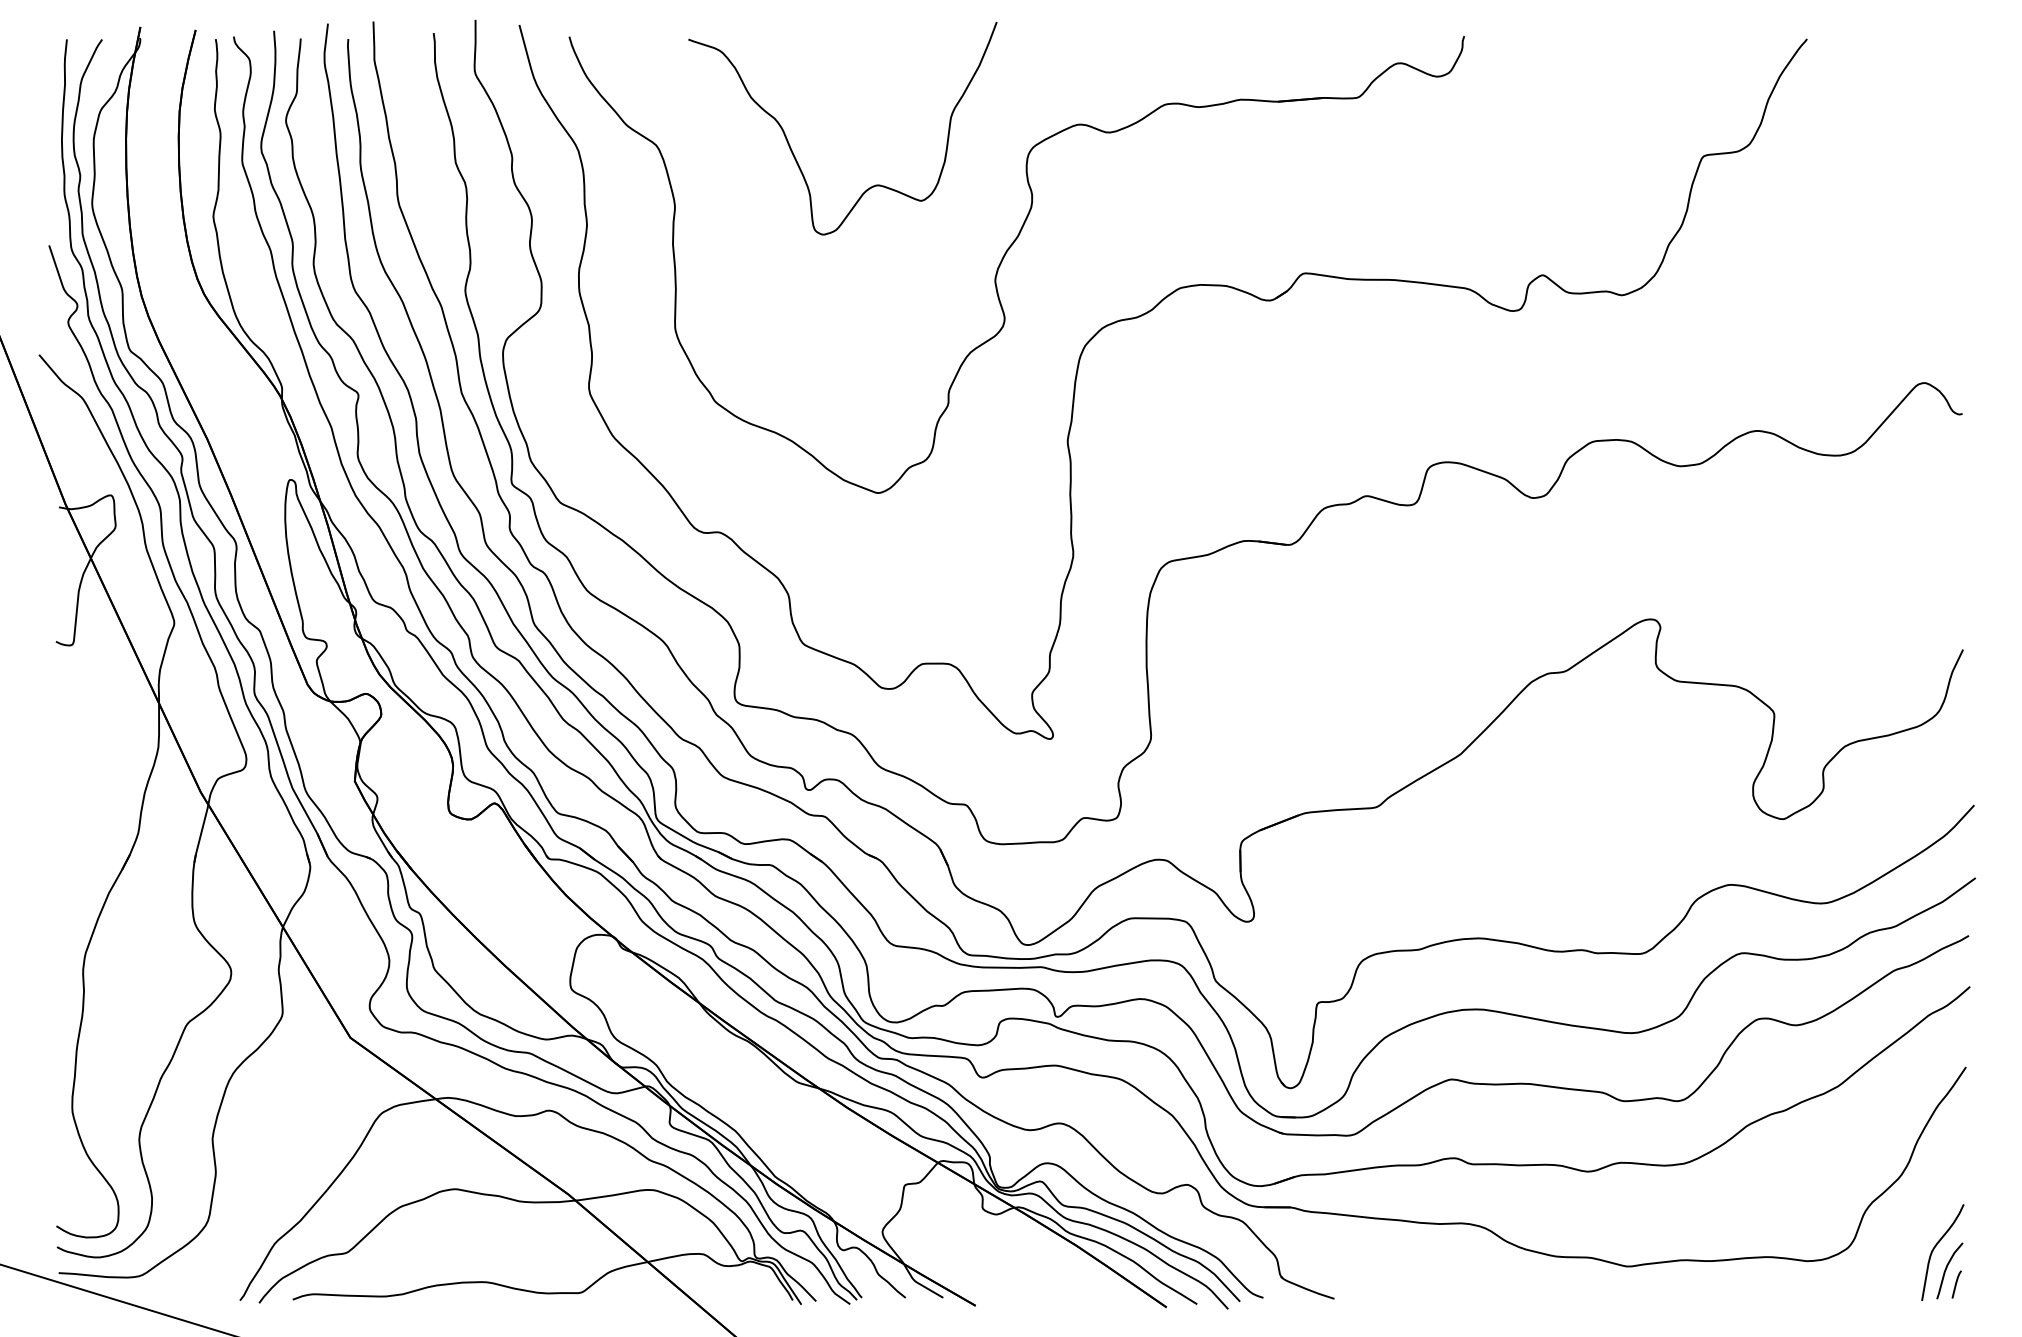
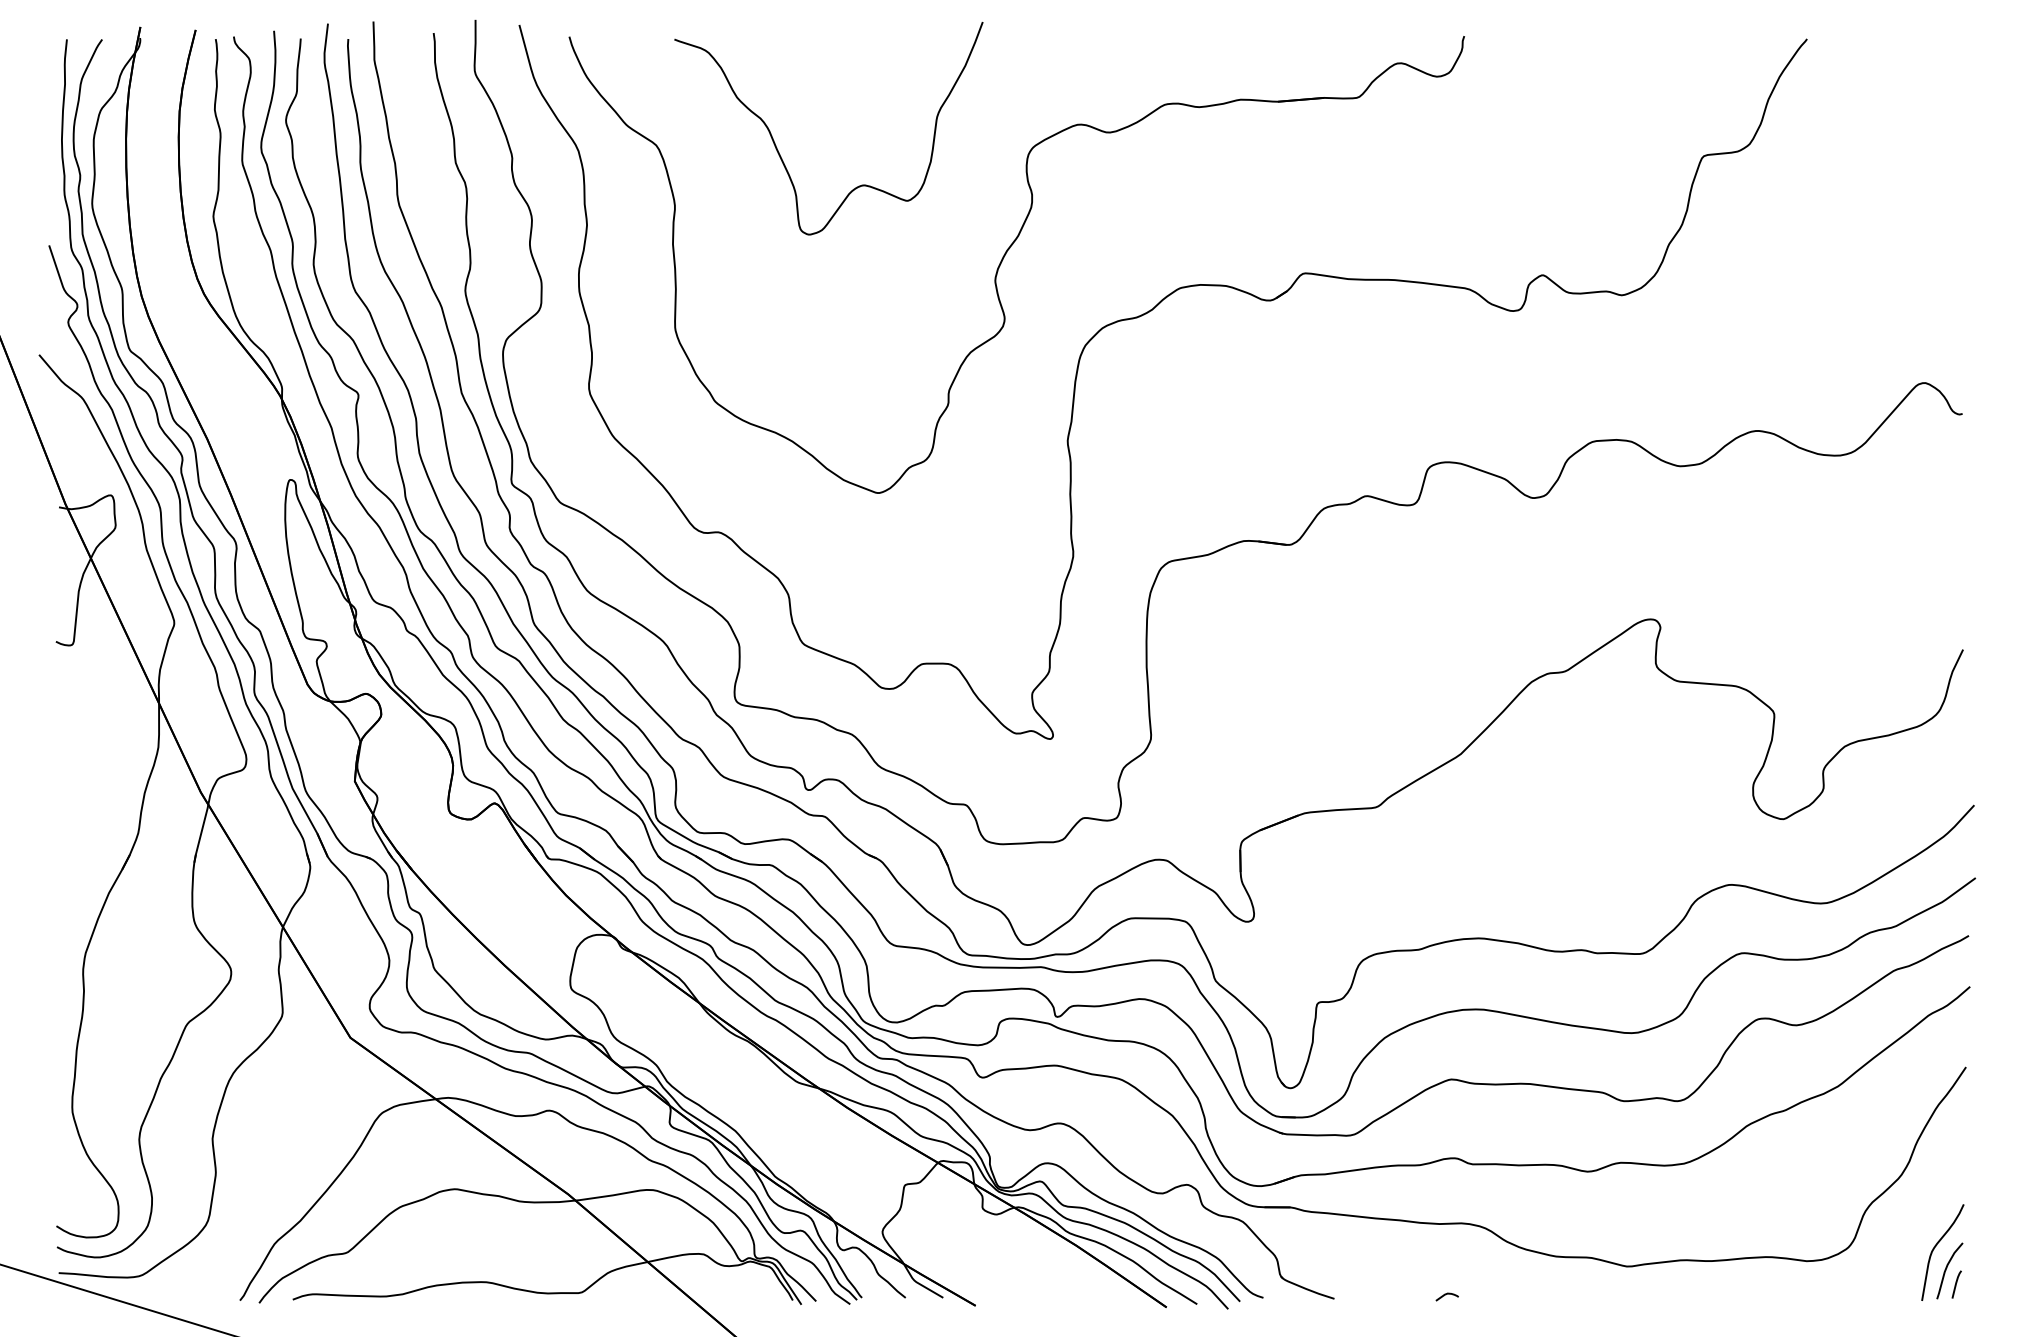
curve at (791, 147) position: (791, 147) -> (777, 147)
curve at (1445, 1295): none -> present
